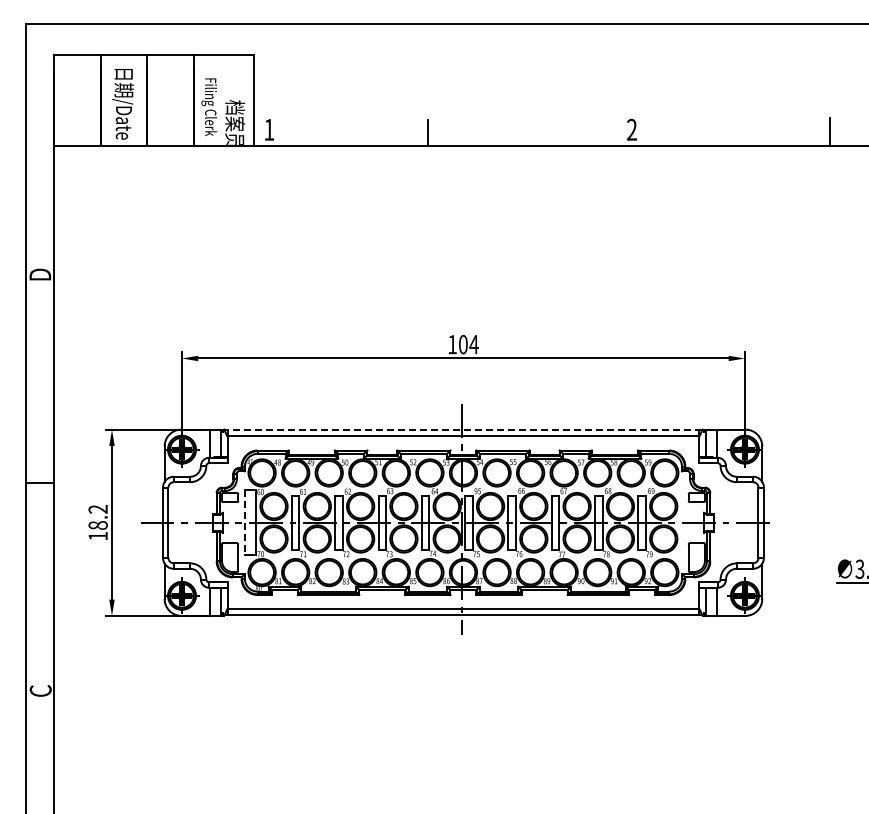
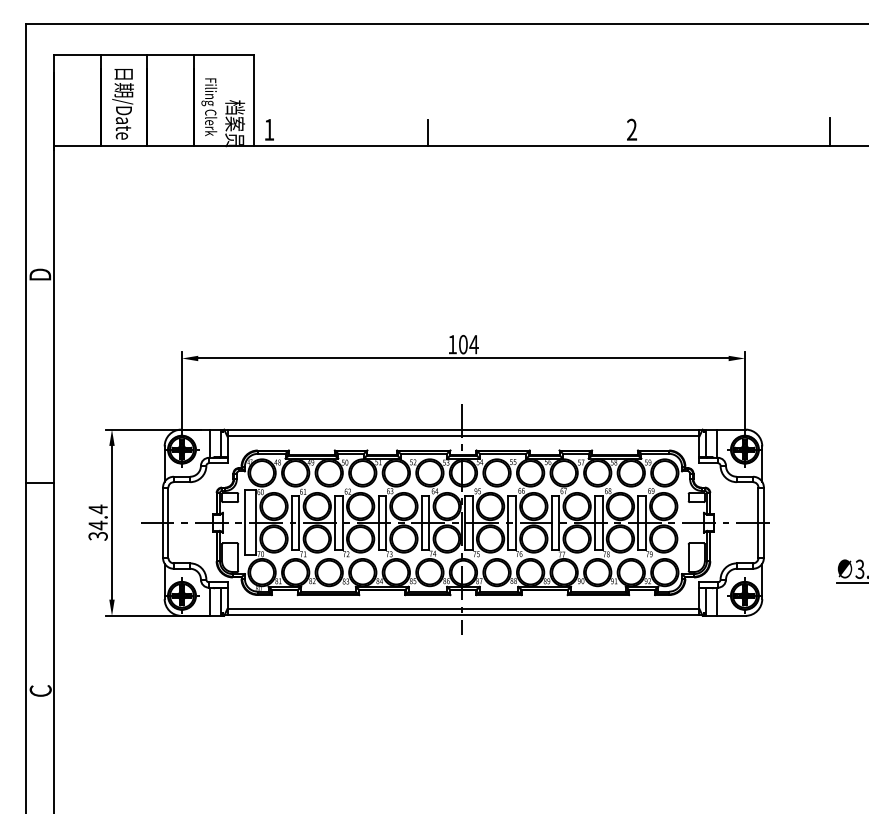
line at (463, 430): dashed -> solid
text at (97, 522): 18.2 -> 34.4
line at (245, 523): dashed -> solid
